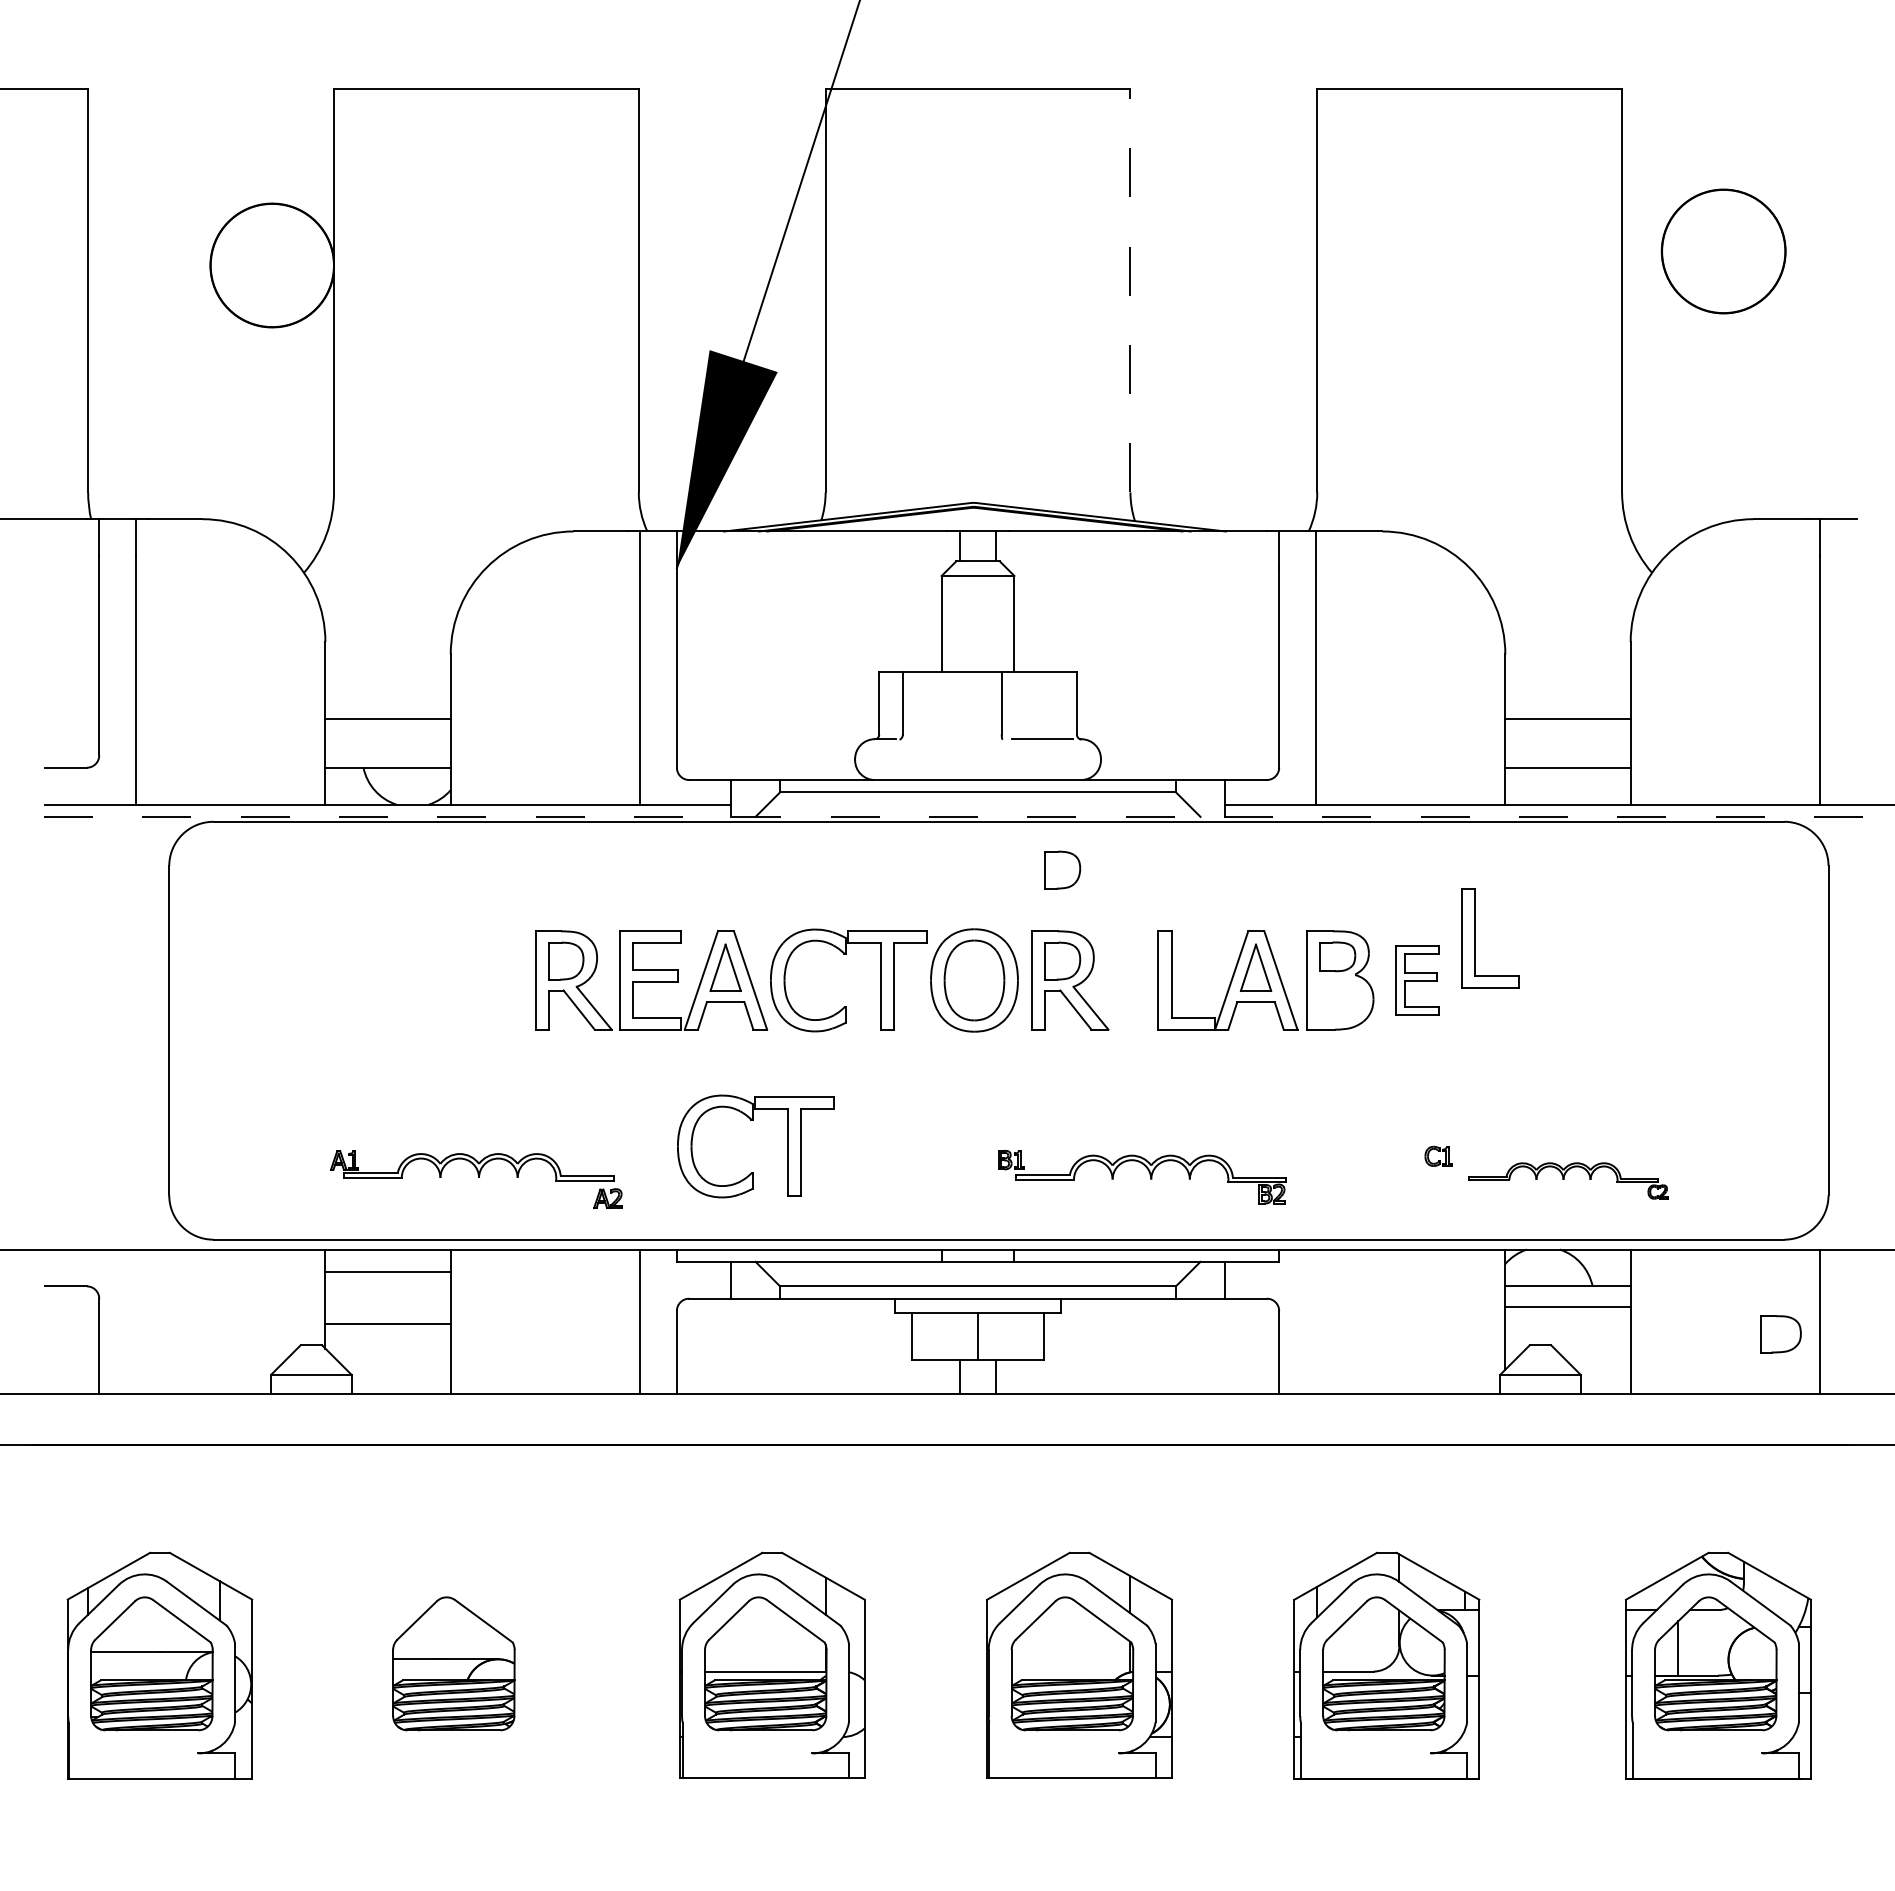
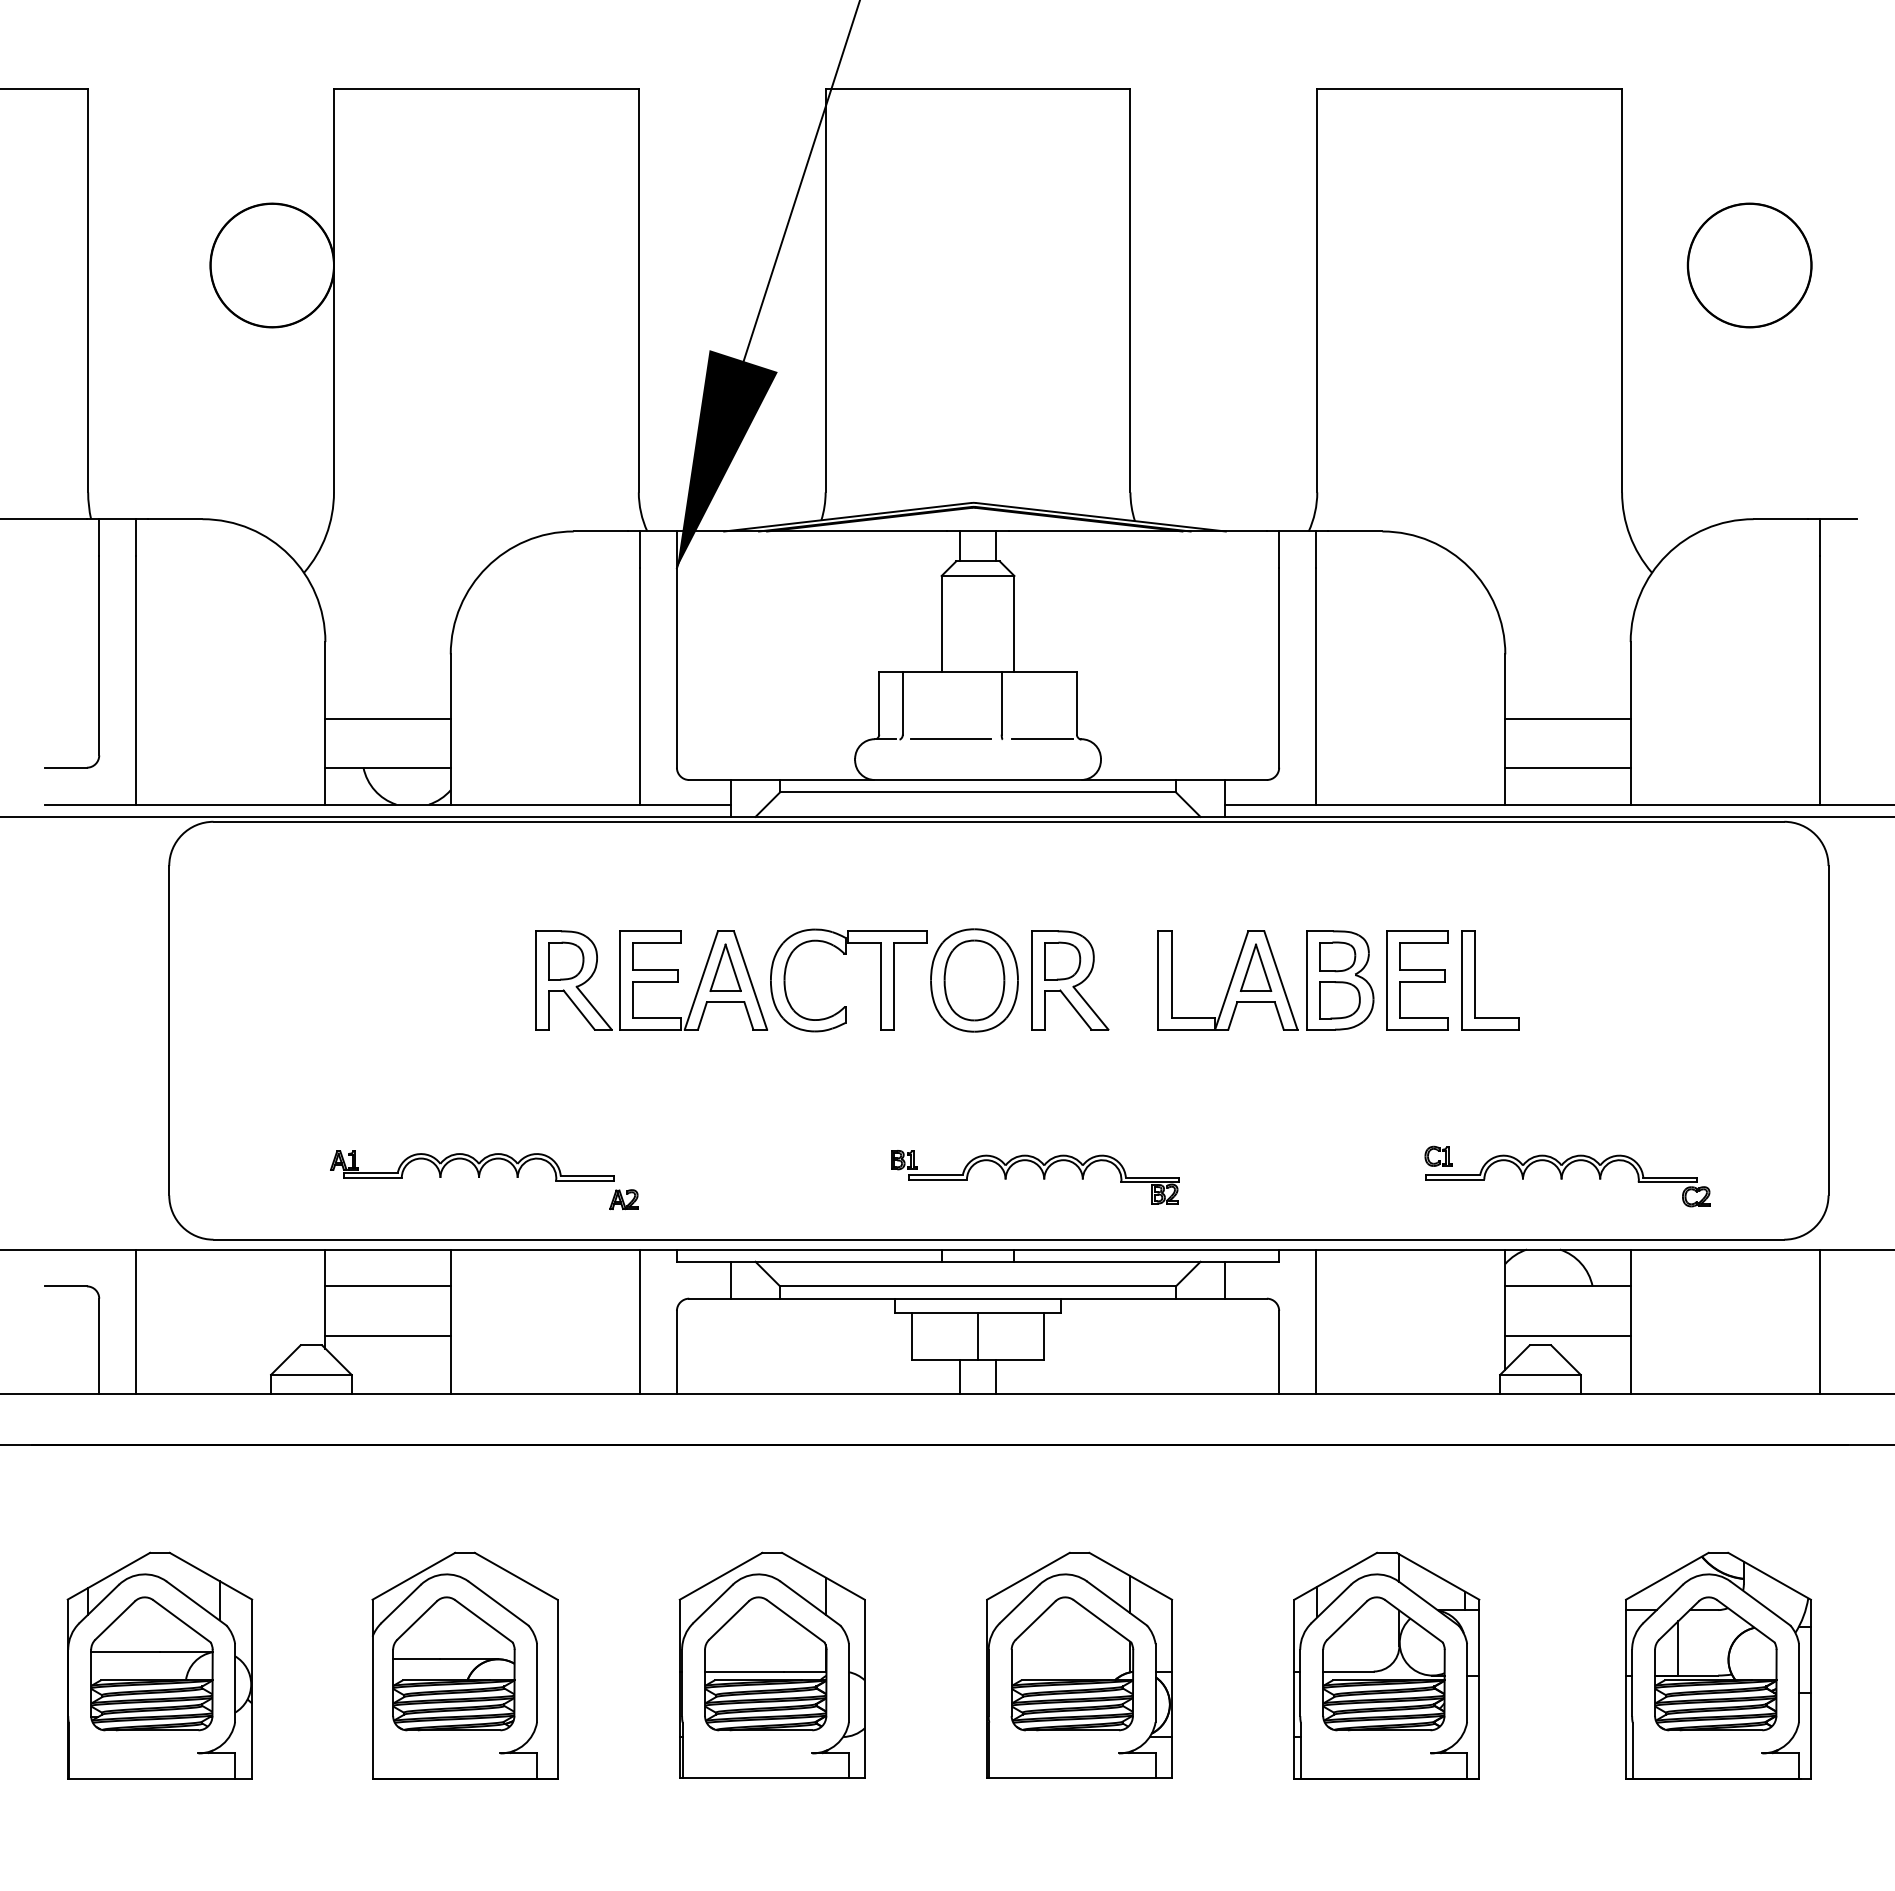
part at (1723, 251) position: (1723, 251) -> (1749, 265)
line at (1130, 290): dashed -> solid
line at (950, 739): none -> present
line at (947, 816): dashed -> solid
part at (1062, 869): present -> none
part at (1475, 938) position: (1475, 938) -> (1475, 980)
part at (1417, 980) size: 45x71 px -> 63x101 px
part at (753, 1120): present -> none
part at (1149, 1175) position: (1149, 1175) -> (1042, 1175)
part at (1568, 1180) size: 201x38 px -> 286x54 px
part at (607, 1198) position: (607, 1198) -> (623, 1199)
line at (387, 1272) position: (387, 1272) -> (387, 1286)
line at (1567, 1306) position: (1567, 1306) -> (1567, 1335)
line at (136, 1321): none -> present
line at (1316, 1321): none -> present
line at (387, 1323) position: (387, 1323) -> (387, 1335)
part at (1780, 1334) position: (1780, 1334) -> (1339, 1000)
part at (464, 1665): none -> present
